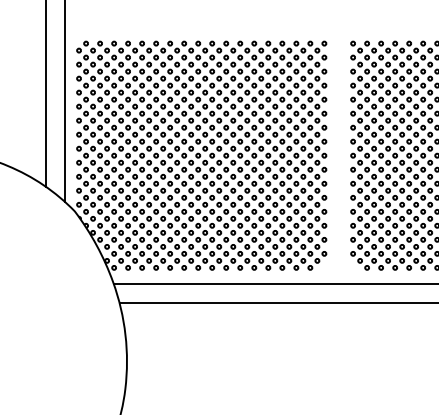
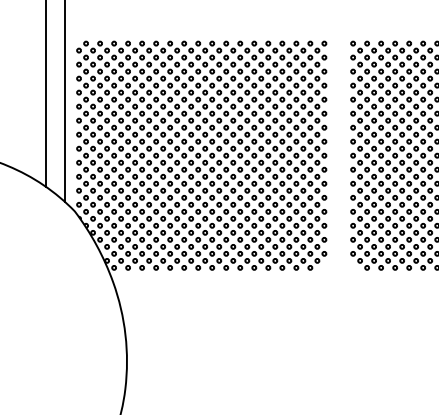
line at (274, 284): present -> none
line at (277, 303): present -> none
